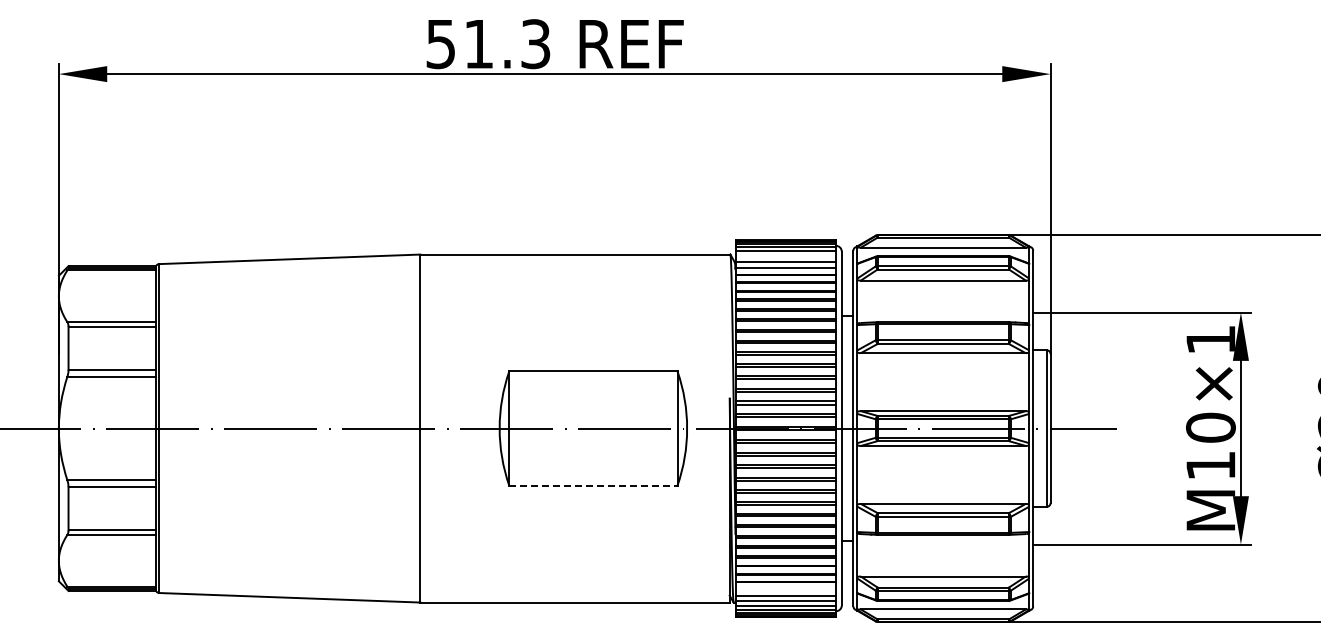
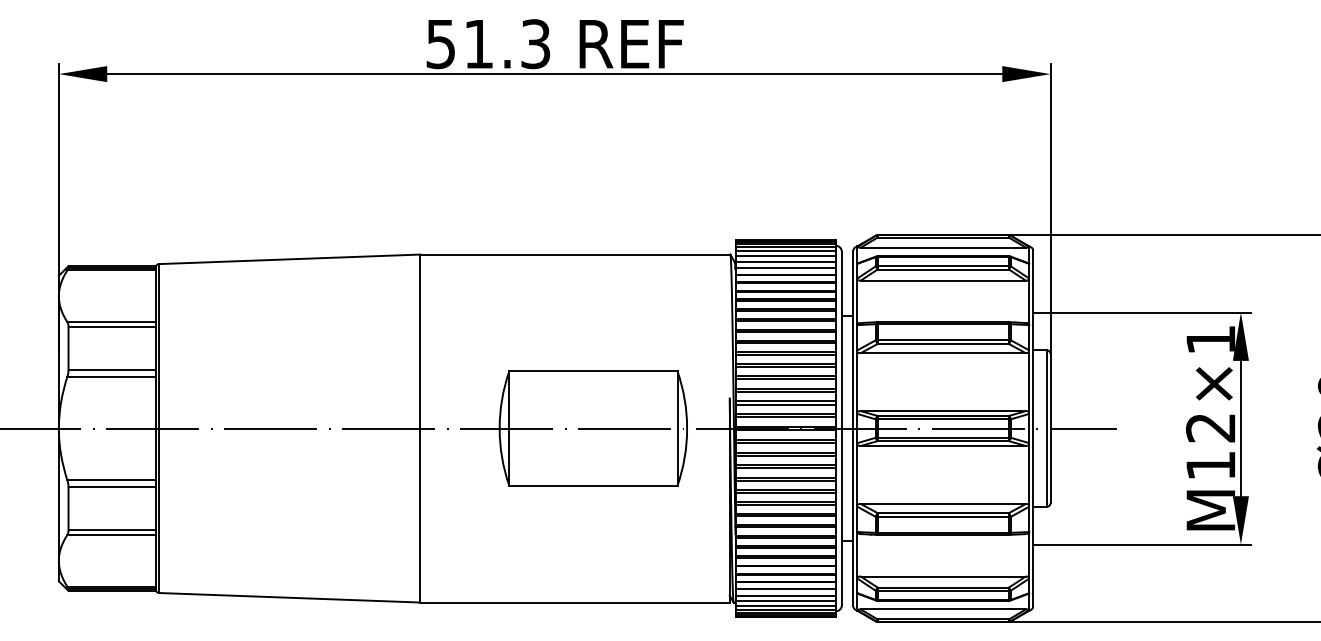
line at (785, 255): none -> present
text at (1210, 427): M10×1 -> M12×1
line at (593, 485): dashed -> solid
line at (785, 589): none -> present
